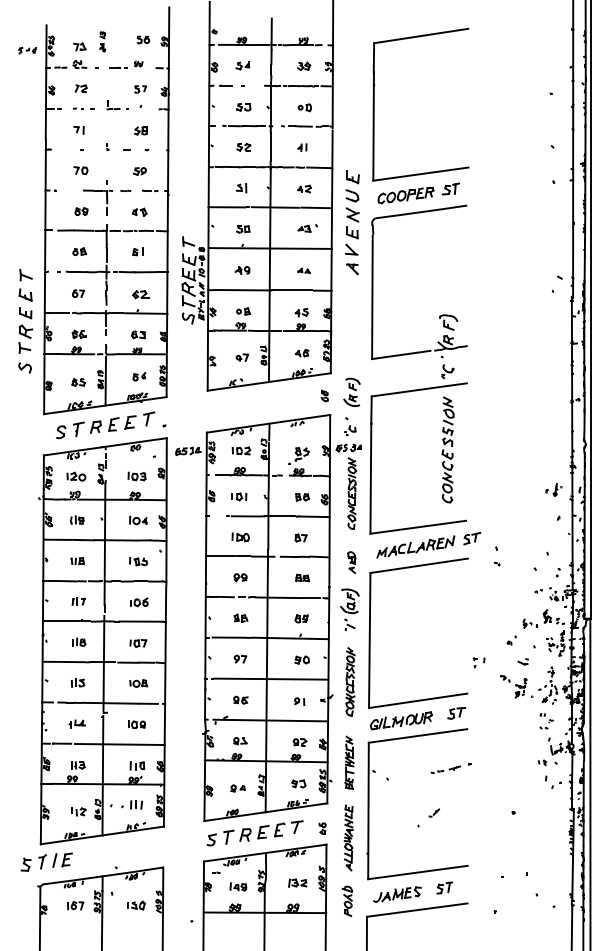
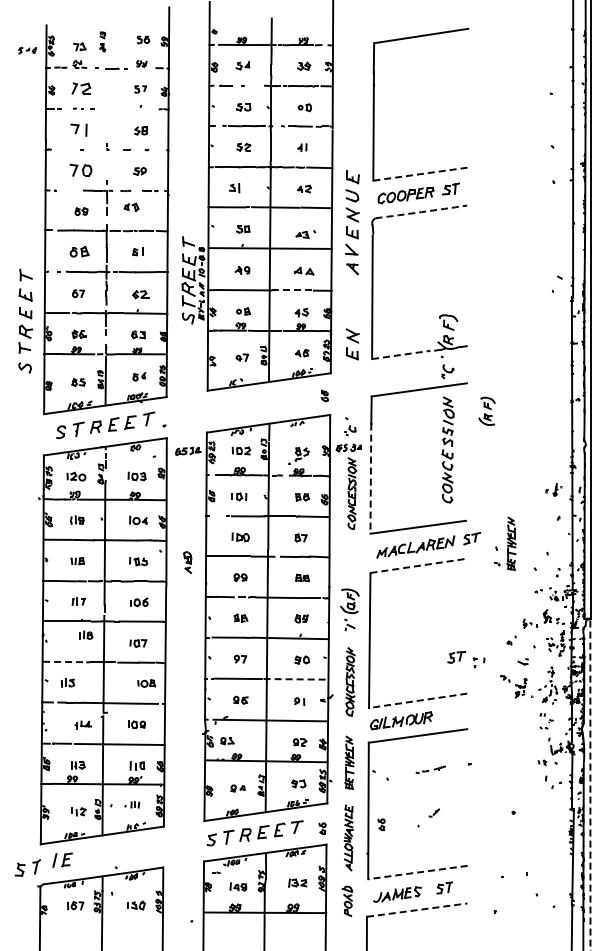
part at (126, 64) size: 35x9 px -> 43x10 px
part at (80, 88) size: 14x9 px -> 21x14 px
part at (117, 105): present -> none
part at (78, 130) size: 12x9 px -> 18x14 px
part at (80, 170) size: 16x10 px -> 24x14 px
line at (421, 174): solid -> dashed
part at (241, 188) position: (241, 188) -> (234, 188)
part at (139, 211) position: (139, 211) -> (131, 206)
arc at (421, 212): solid -> dashed
part at (307, 228) position: (307, 228) -> (305, 234)
part at (79, 251) size: 16x9 px -> 21x13 px
part at (303, 270) size: 14x7 px -> 22x10 px
line at (291, 290): solid -> dashed
part at (352, 344): none -> present
line at (401, 354): solid -> dashed
part at (351, 391) position: (351, 391) -> (486, 410)
line at (370, 479): solid -> dashed
part at (511, 543): none -> present
part at (351, 562) position: (351, 562) -> (187, 562)
line at (419, 565): solid -> dashed
part at (79, 641) position: (79, 641) -> (86, 634)
line at (64, 661): solid -> dashed
line at (296, 679): solid -> dashed
part at (78, 682) position: (78, 682) -> (68, 682)
part at (138, 683) position: (138, 683) -> (146, 683)
line at (418, 700): solid -> dashed
part at (456, 713) position: (456, 713) -> (456, 657)
part at (76, 723) position: (76, 723) -> (82, 724)
part at (240, 741) position: (240, 741) -> (227, 741)
part at (445, 769) position: (445, 769) -> (430, 769)
line at (590, 785): solid -> dashed
part at (132, 804) size: 23x10 px -> 17x8 px
part at (381, 824): none -> present
part at (33, 862) position: (33, 862) -> (27, 867)
line at (417, 872): solid -> dashed
line at (417, 910): solid -> dashed
